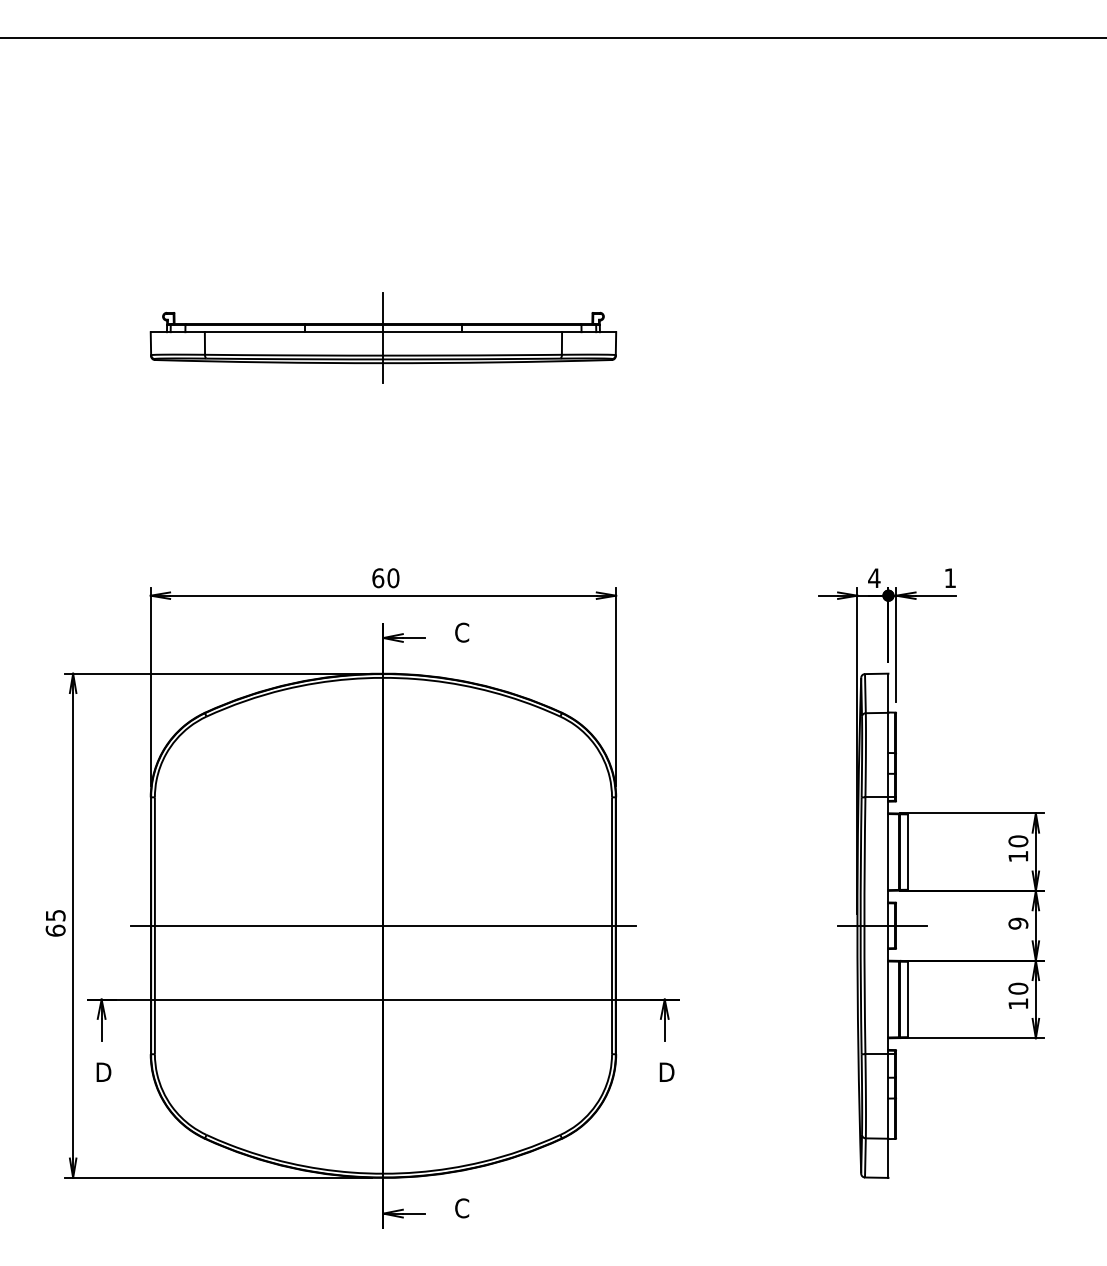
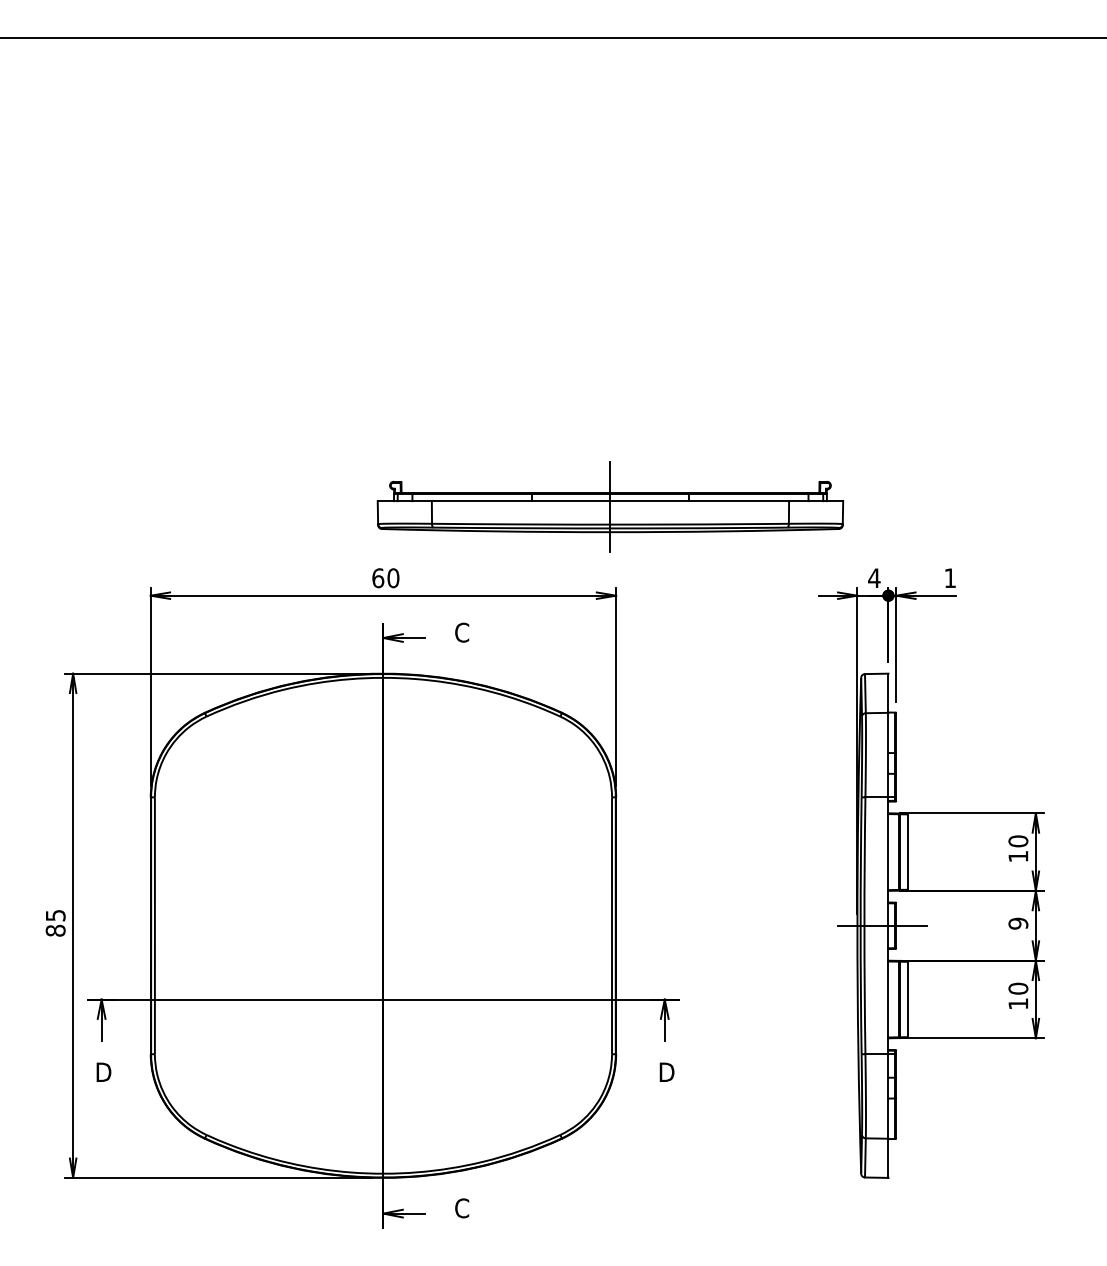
part at (383, 337) position: (383, 337) -> (610, 506)
line at (383, 925): present -> none
text at (55, 930): 65 -> 85
